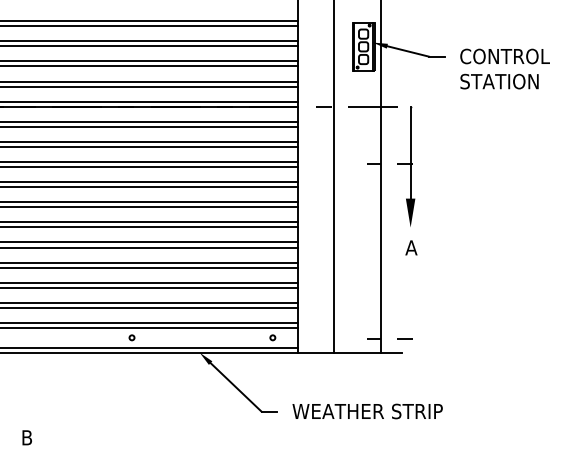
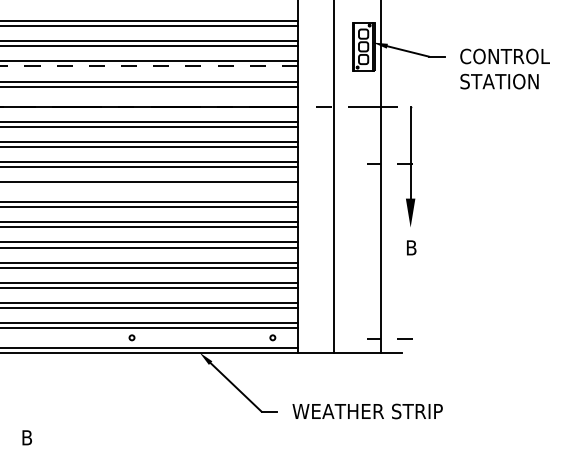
line at (149, 66): solid -> dashed
line at (149, 101): present -> none
line at (149, 187): present -> none
text at (411, 247): A -> B
